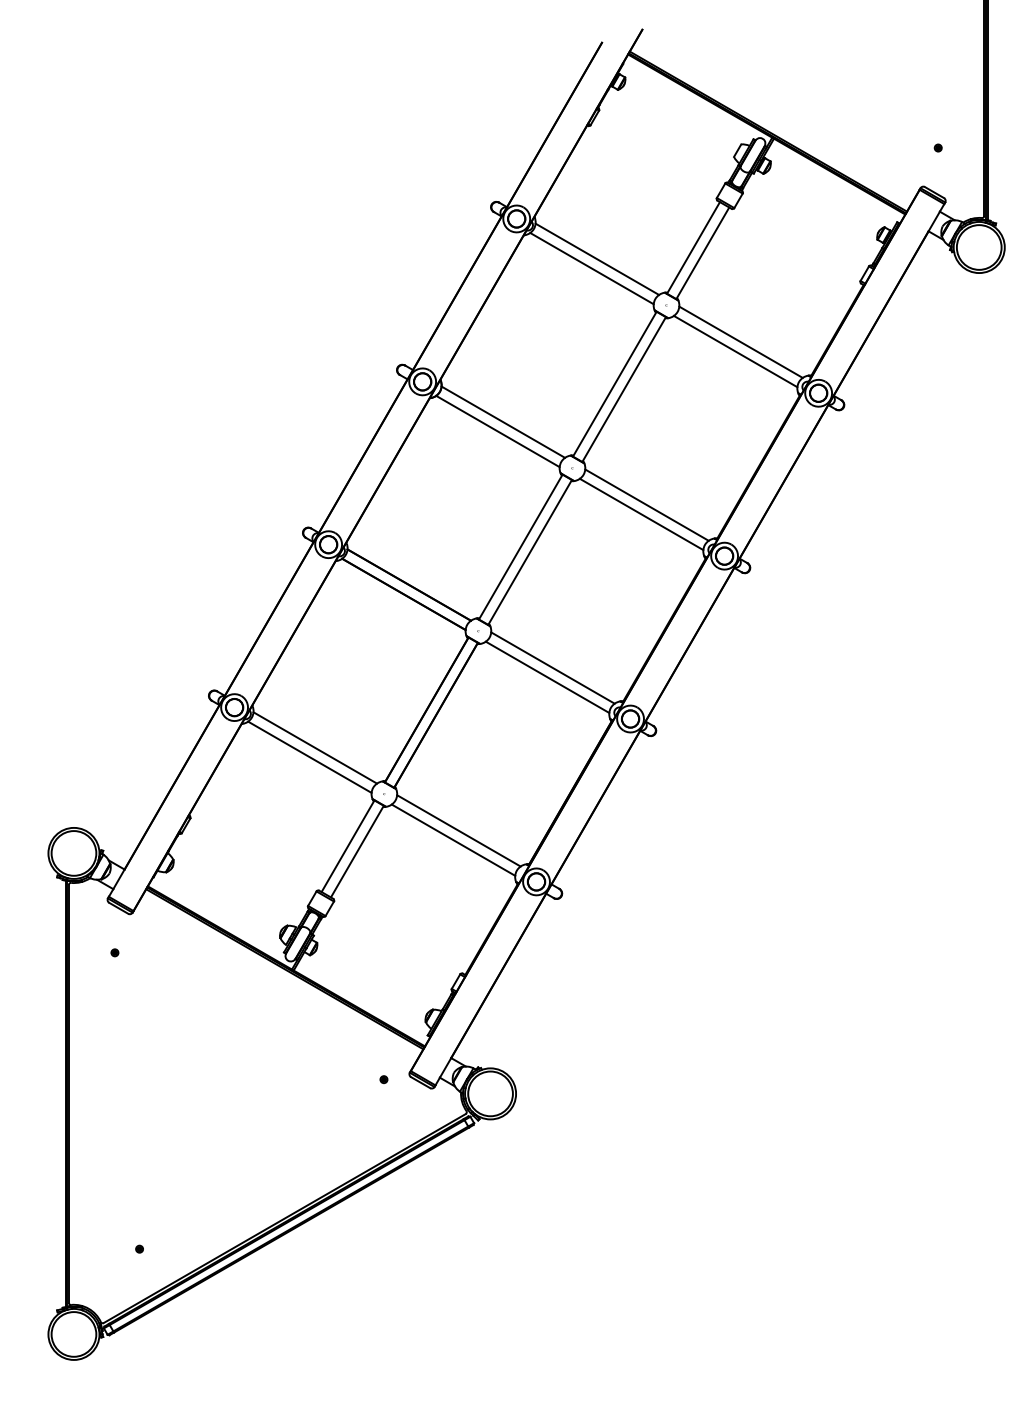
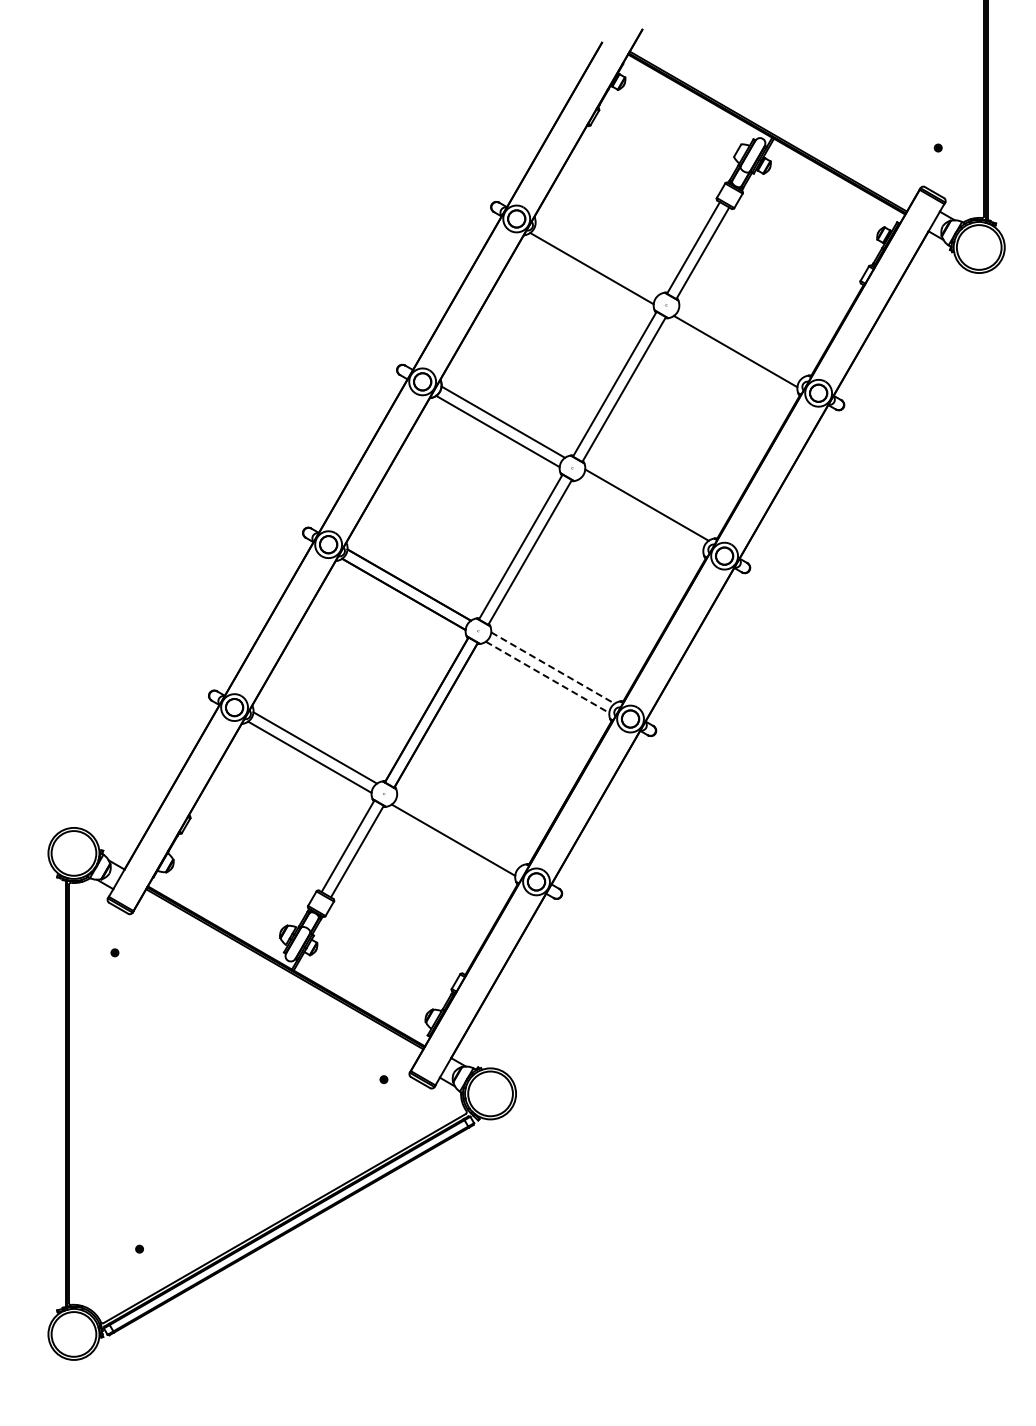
line at (597, 258): present -> none
line at (740, 341): present -> none
line at (641, 514): present -> none
line at (553, 668): solid -> dashed
line at (548, 677): solid -> dashed
line at (458, 830): present -> none
